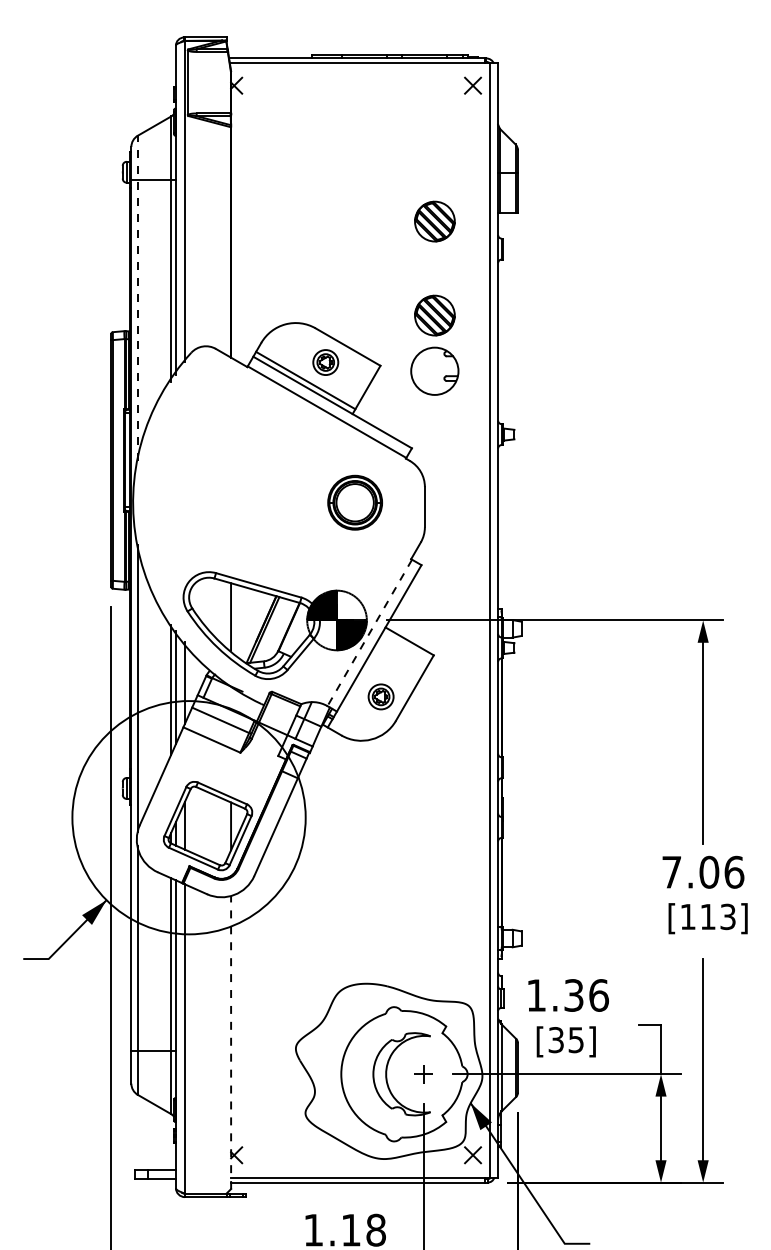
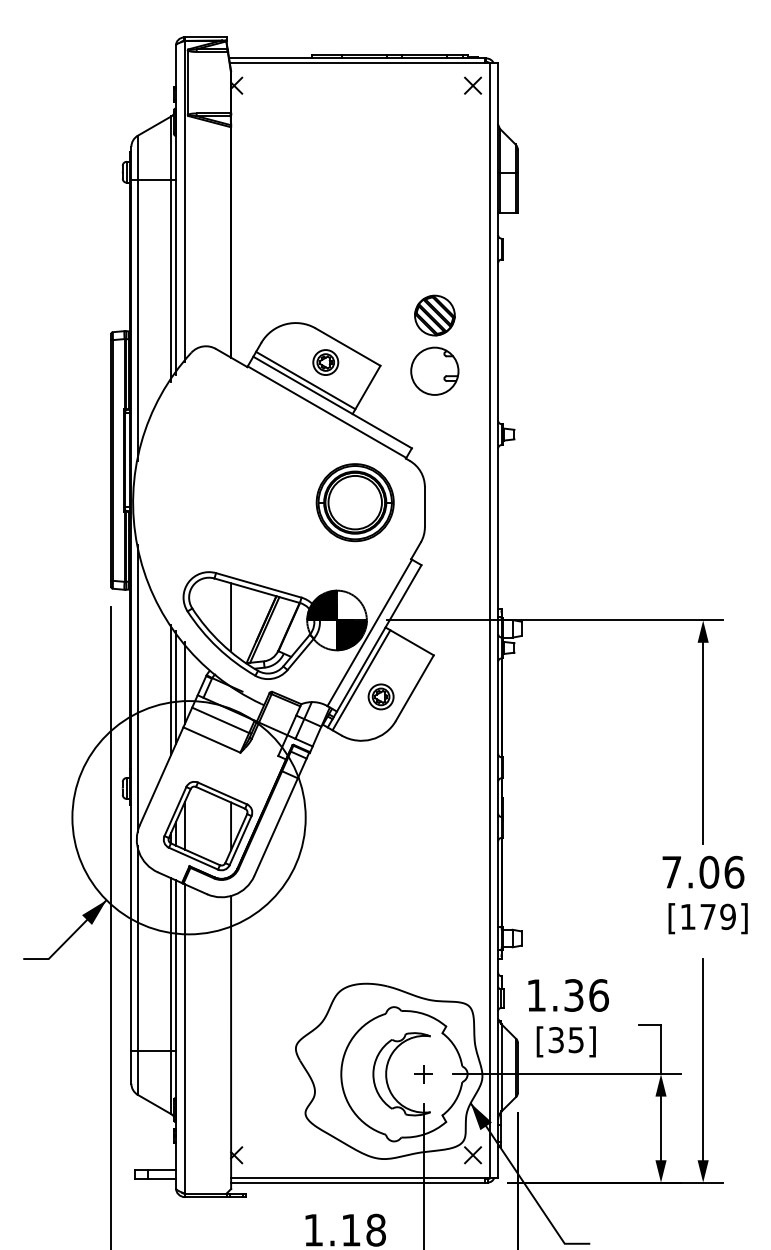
part at (434, 221): present -> none
line at (137, 298): dashed -> solid
part at (354, 502) size: 56x57 px -> 80x80 px
line at (369, 632): dashed -> solid
line at (361, 680): none -> present
text at (717, 916): [113] -> [179]
line at (231, 1042): dashed -> solid
